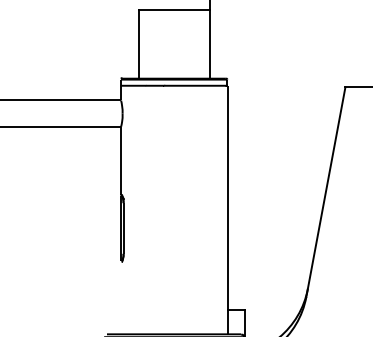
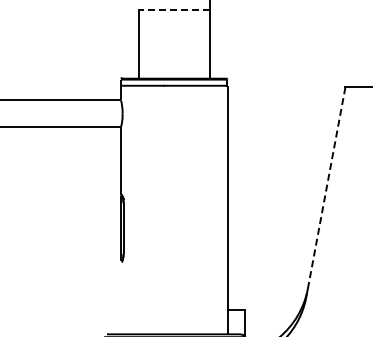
line at (173, 9): solid -> dashed
line at (325, 192): solid -> dashed
